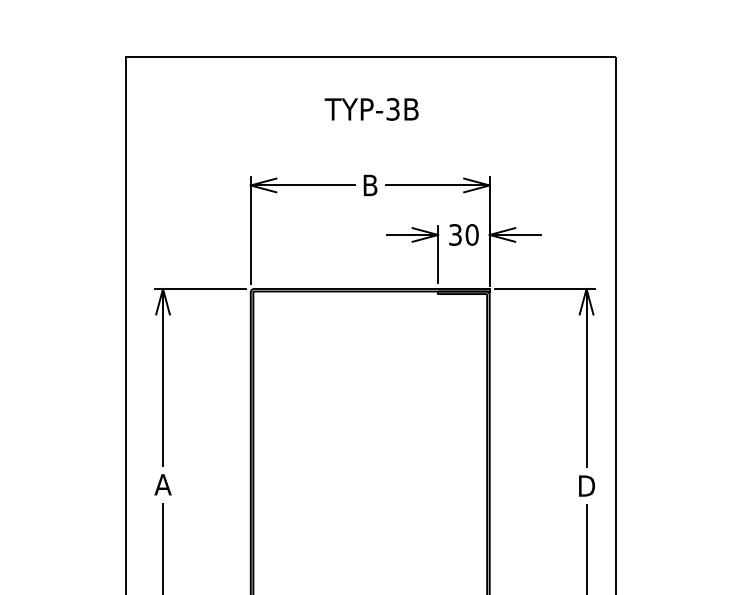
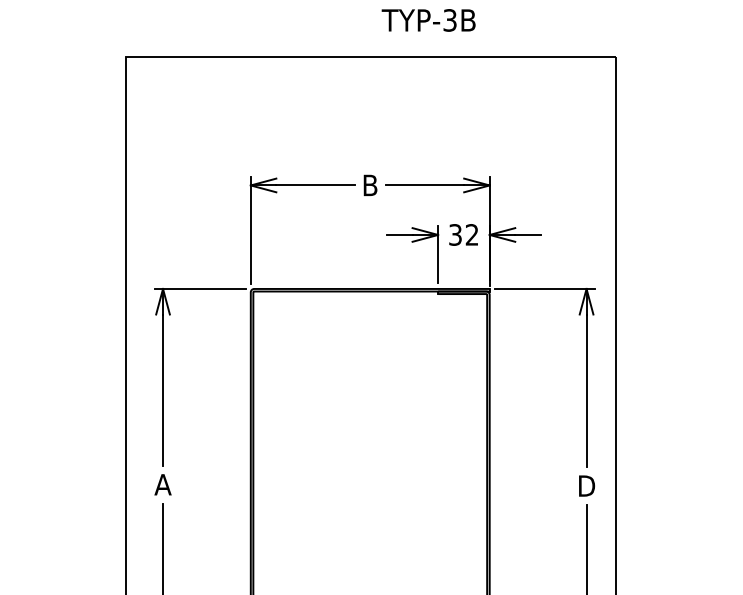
text at (371, 109) position: (371, 109) -> (428, 20)
text at (471, 234): 30 -> 32
